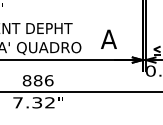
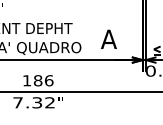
text at (26, 80): 886 -> 186
